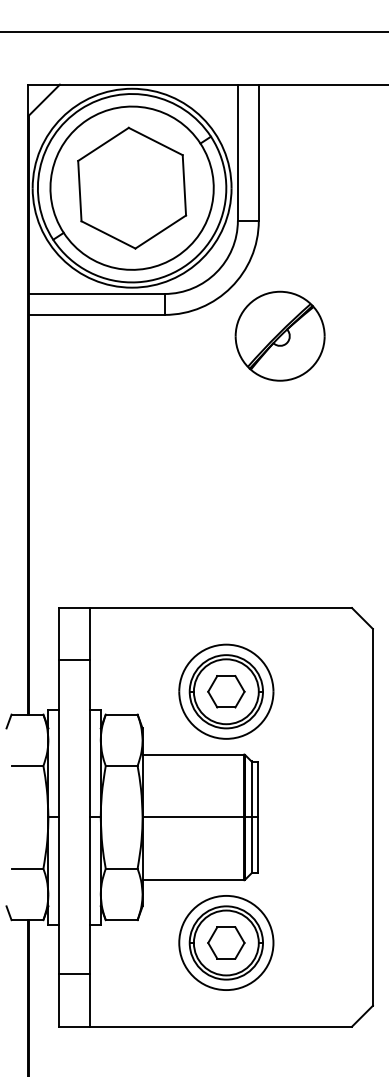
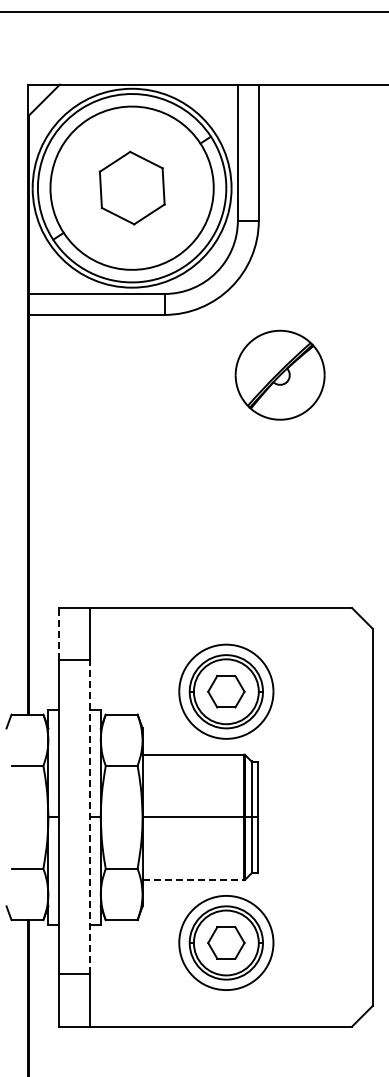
line at (193, 32) position: (193, 32) -> (193, 12)
part at (132, 187) size: 111x124 px -> 68x76 px
part at (279, 335) position: (279, 335) -> (279, 374)
line at (58, 633): solid -> dashed
line at (90, 816): solid -> dashed
line at (193, 880): solid -> dashed
